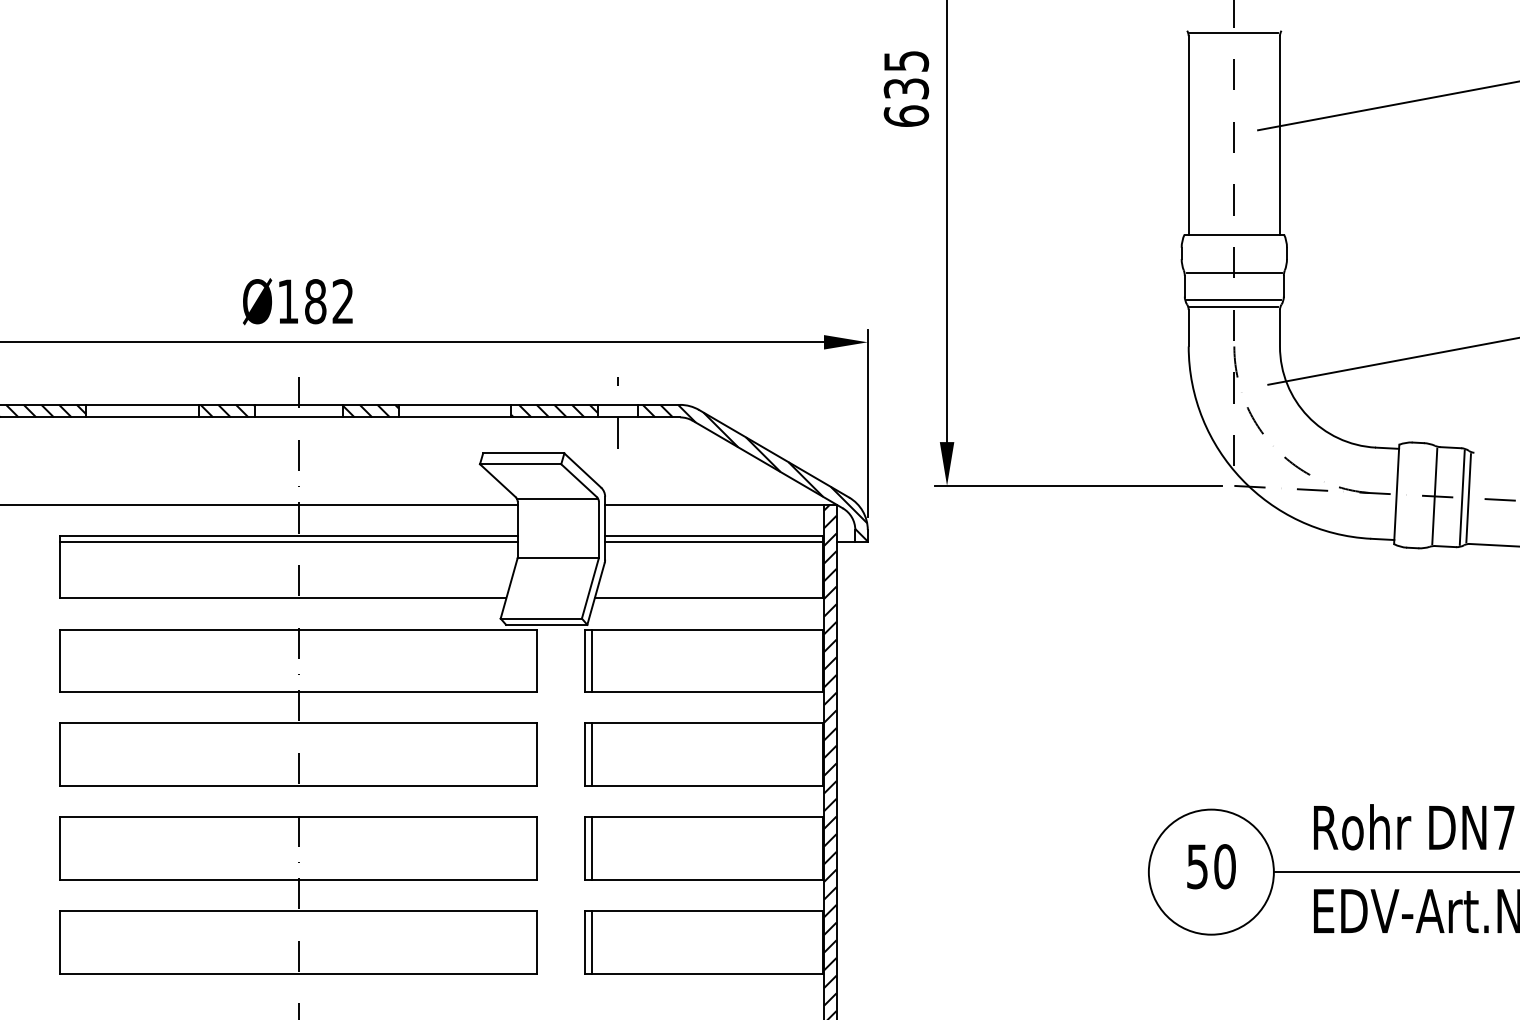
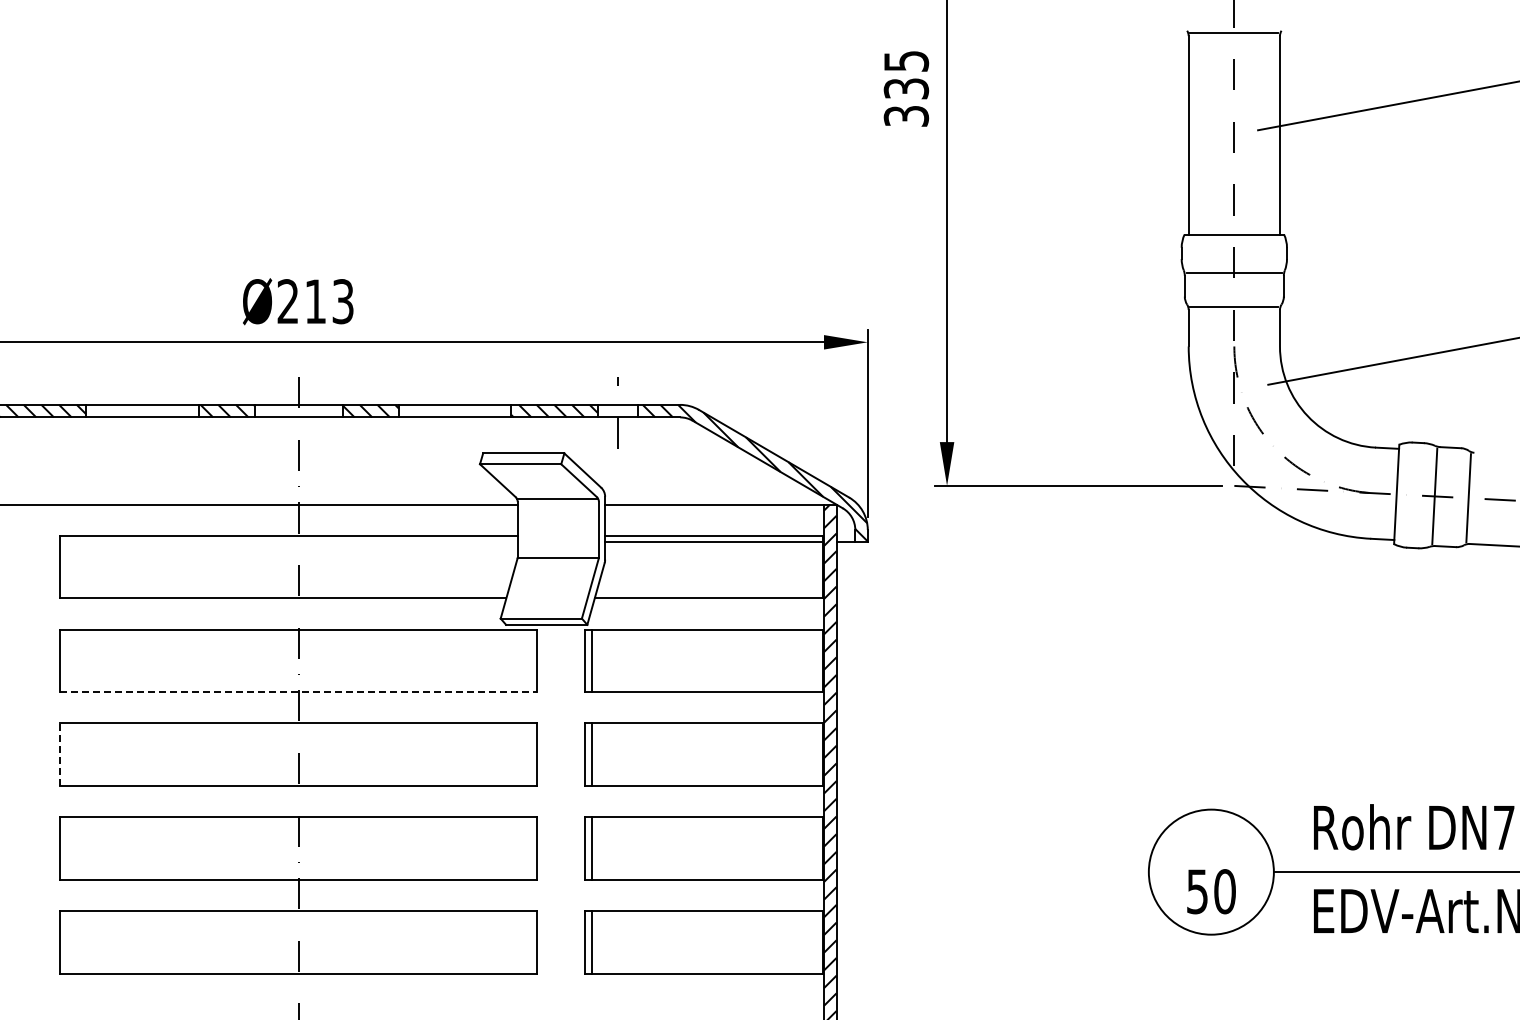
text at (906, 115): 635 -> 335
line at (1234, 300): present -> none
text at (315, 301): Ø182 -> Ø213
line at (1461, 497): present -> none
line at (288, 542): present -> none
line at (299, 692): solid -> dashed
line at (60, 754): solid -> dashed
text at (1211, 866) position: (1211, 866) -> (1211, 891)
